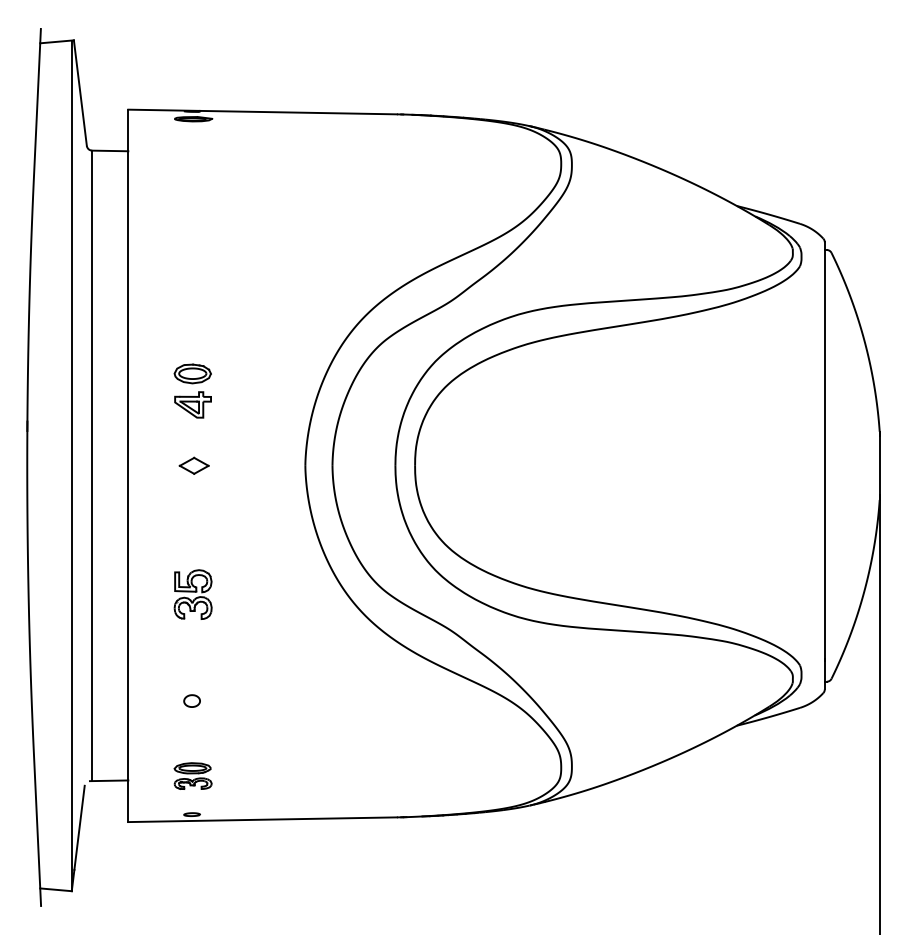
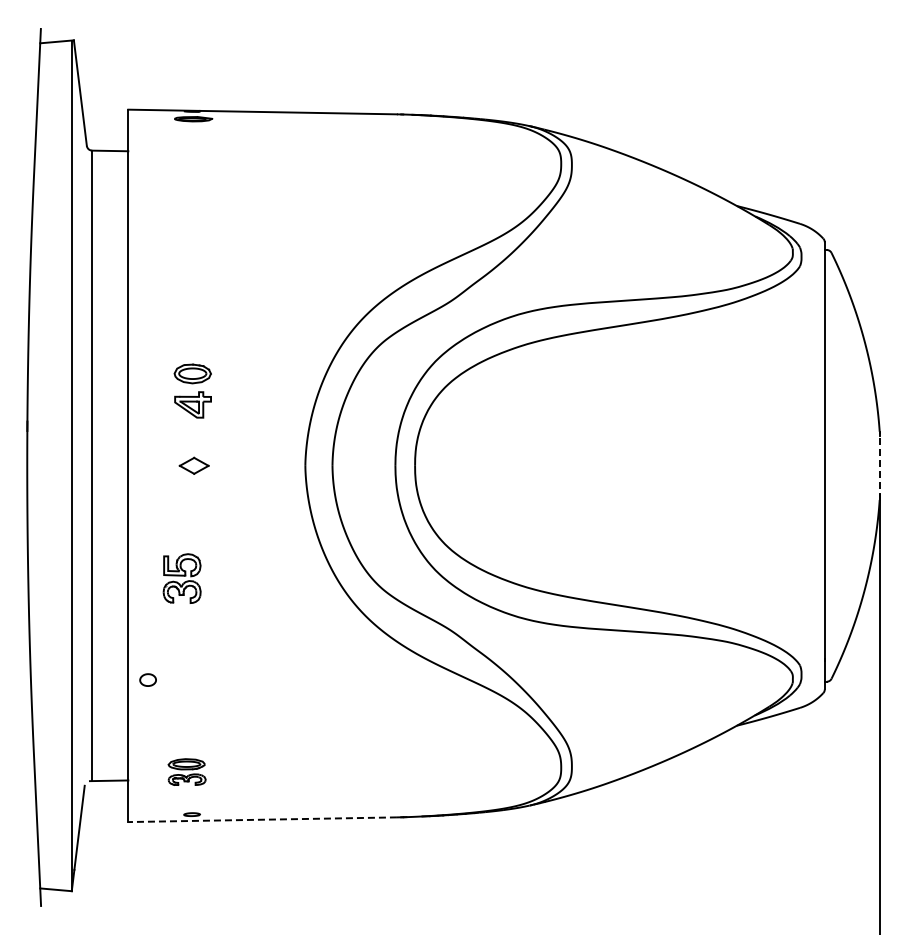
line at (879, 465): solid -> dashed
part at (192, 594) position: (192, 594) -> (181, 578)
part at (191, 700) position: (191, 700) -> (147, 679)
part at (192, 775) position: (192, 775) -> (186, 771)
line at (262, 819): solid -> dashed
